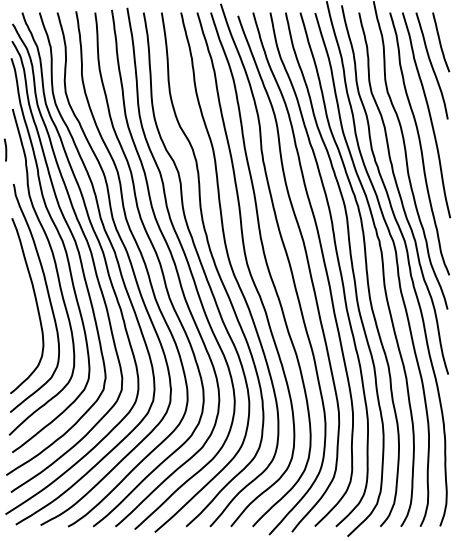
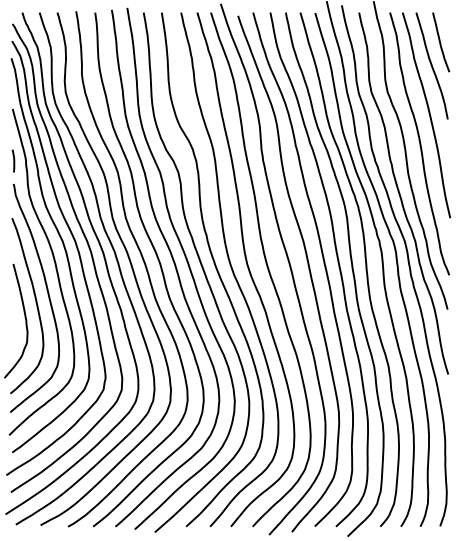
line at (5, 149) position: (5, 149) -> (13, 160)
curve at (24, 317): none -> present
